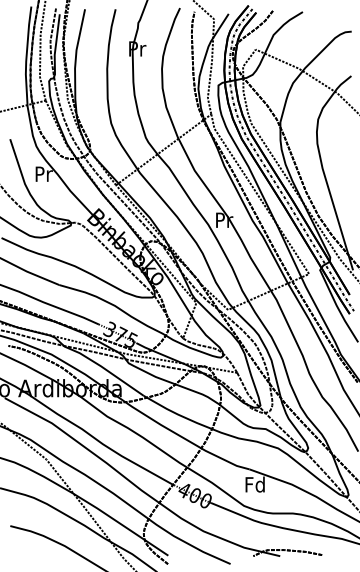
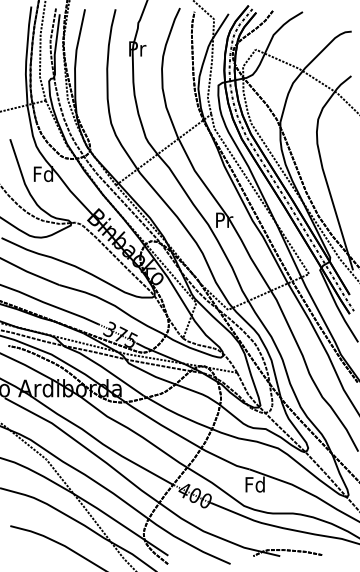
text at (43, 174): Pr -> Fd
